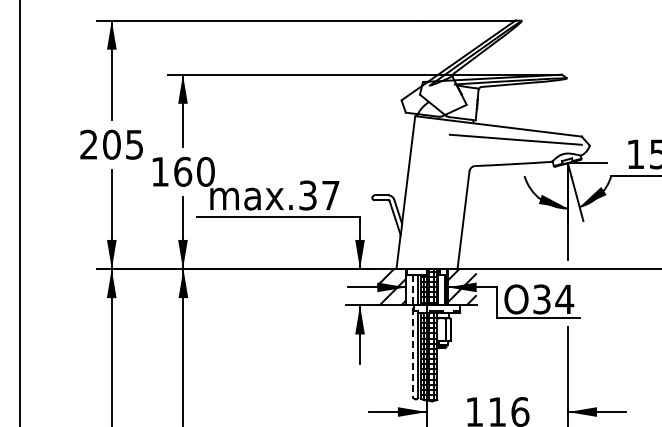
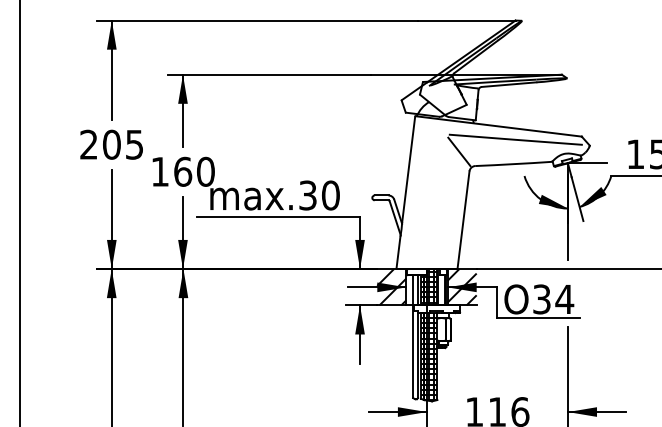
line at (459, 151): none -> present
text at (330, 195): max.37 -> max.30
line at (413, 336): dashed -> solid
